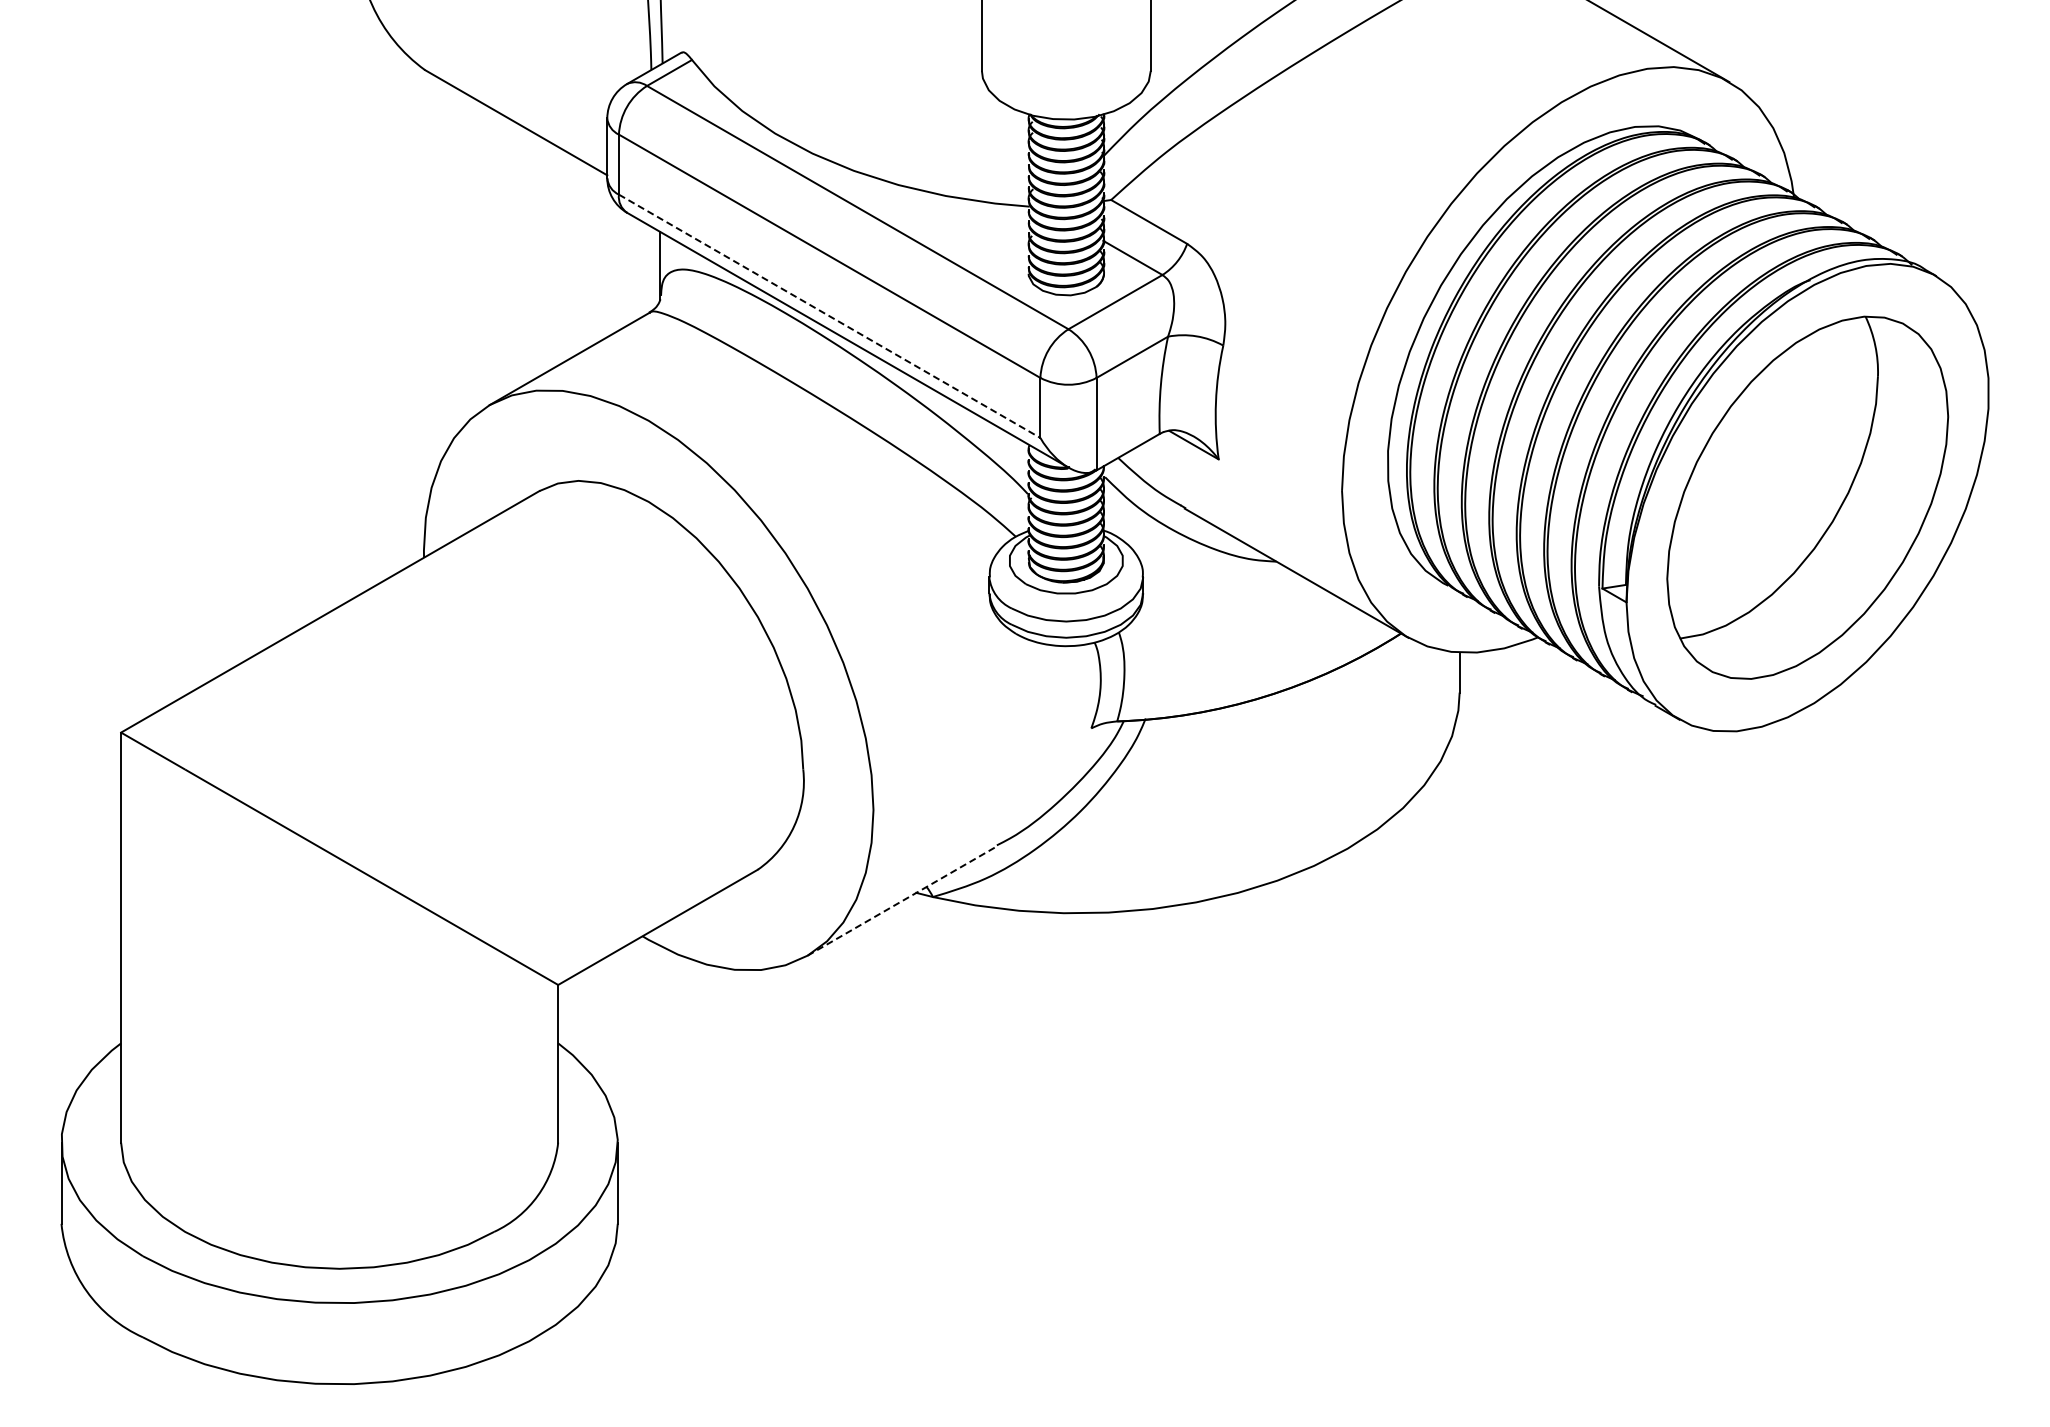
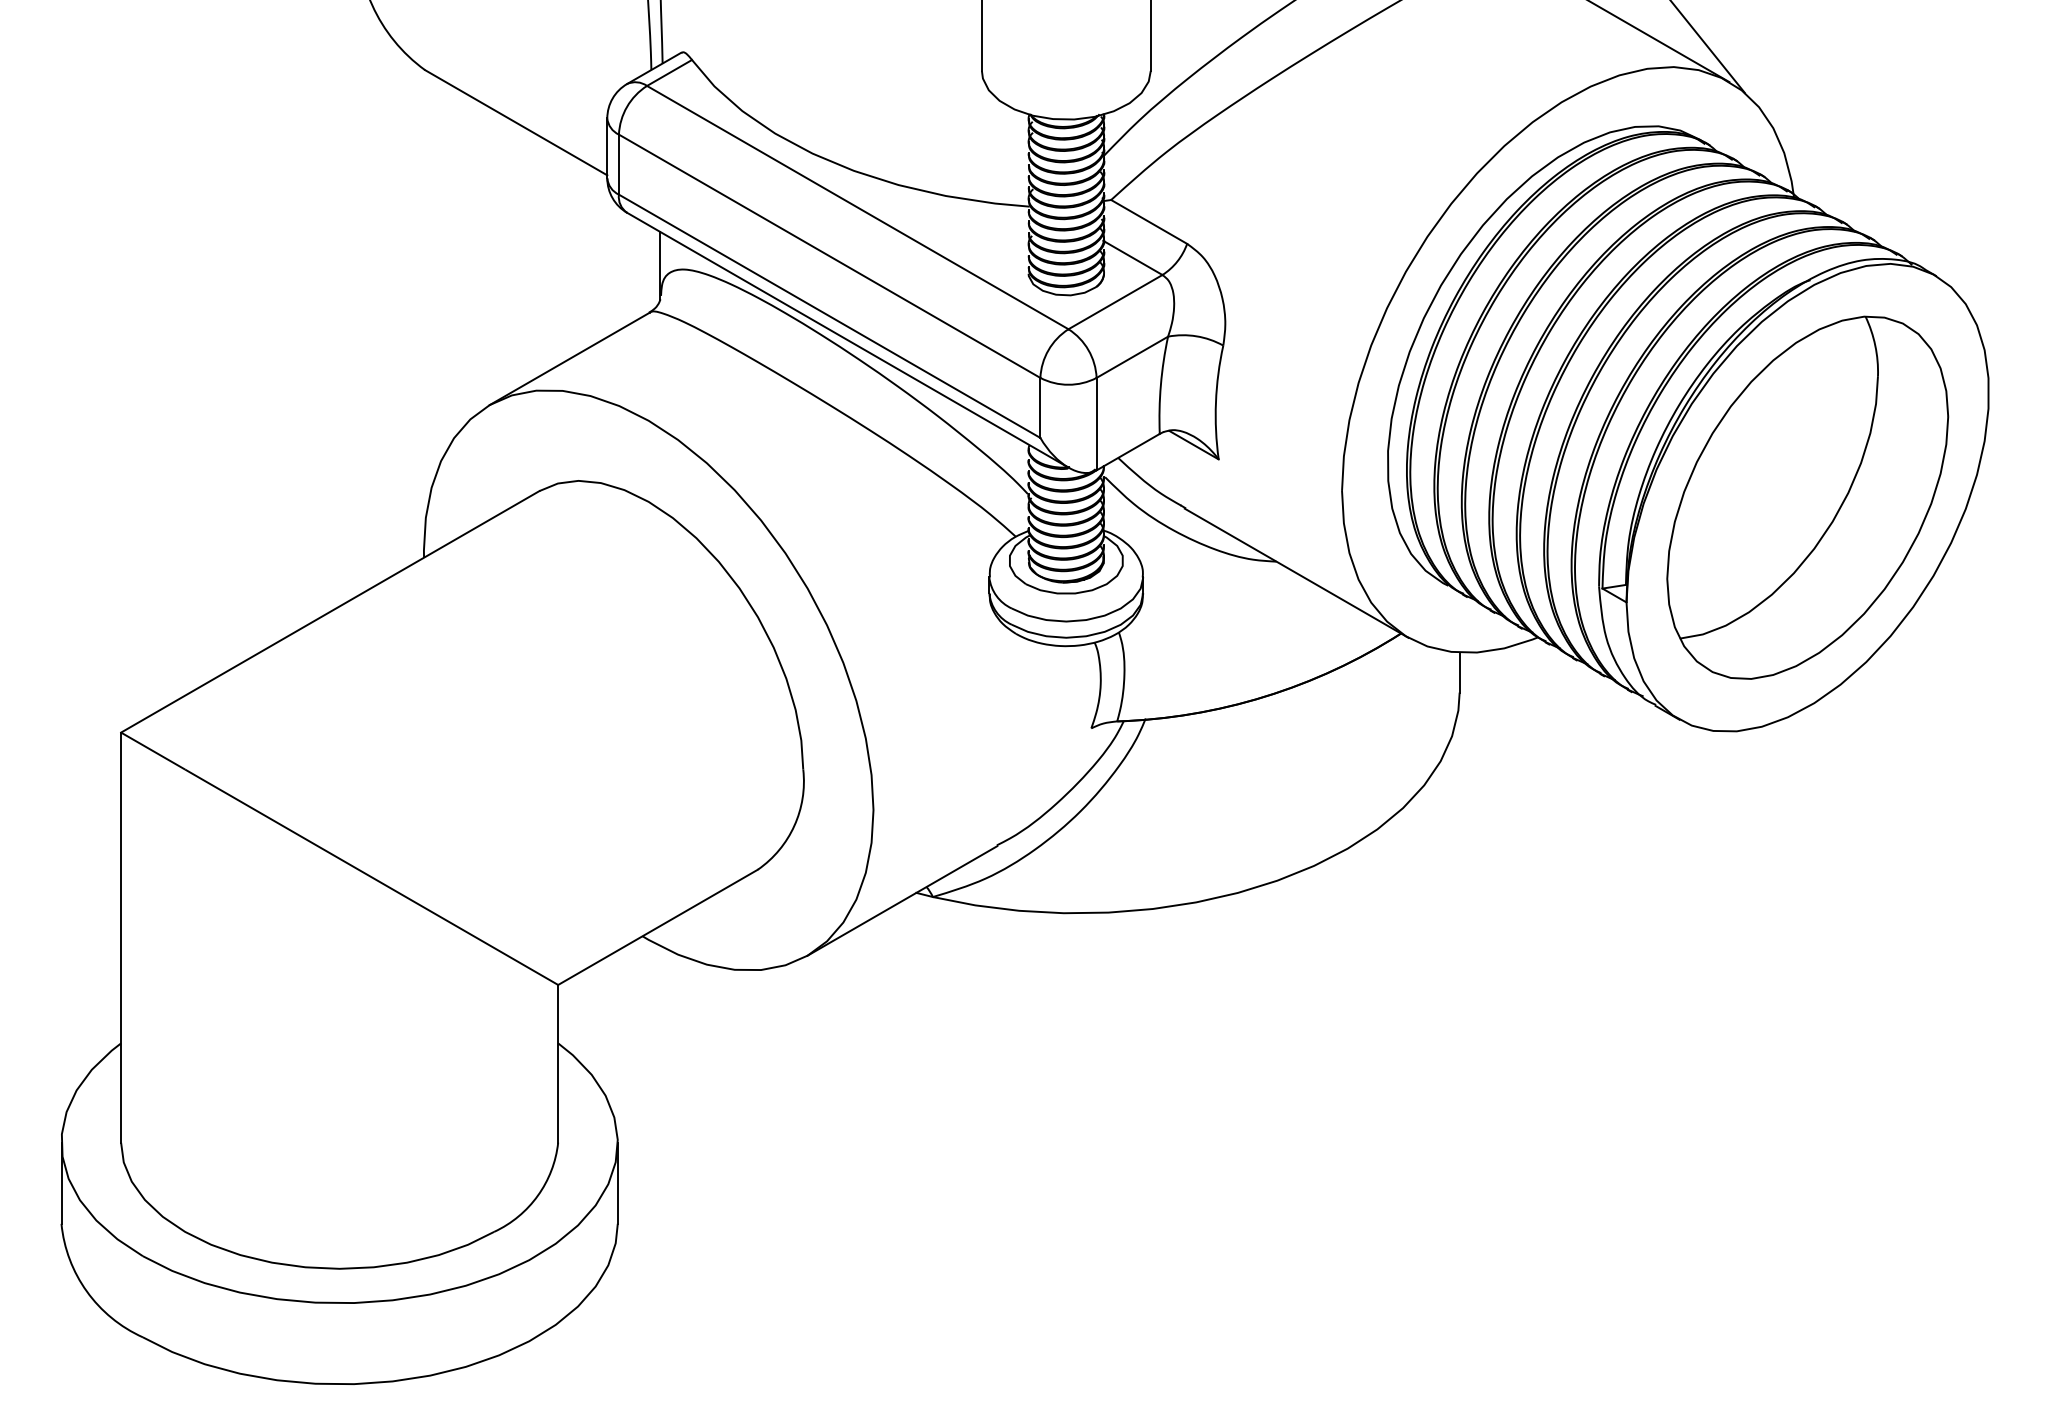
line at (1708, 47): none -> present
line at (830, 316): dashed -> solid
line at (902, 900): dashed -> solid
